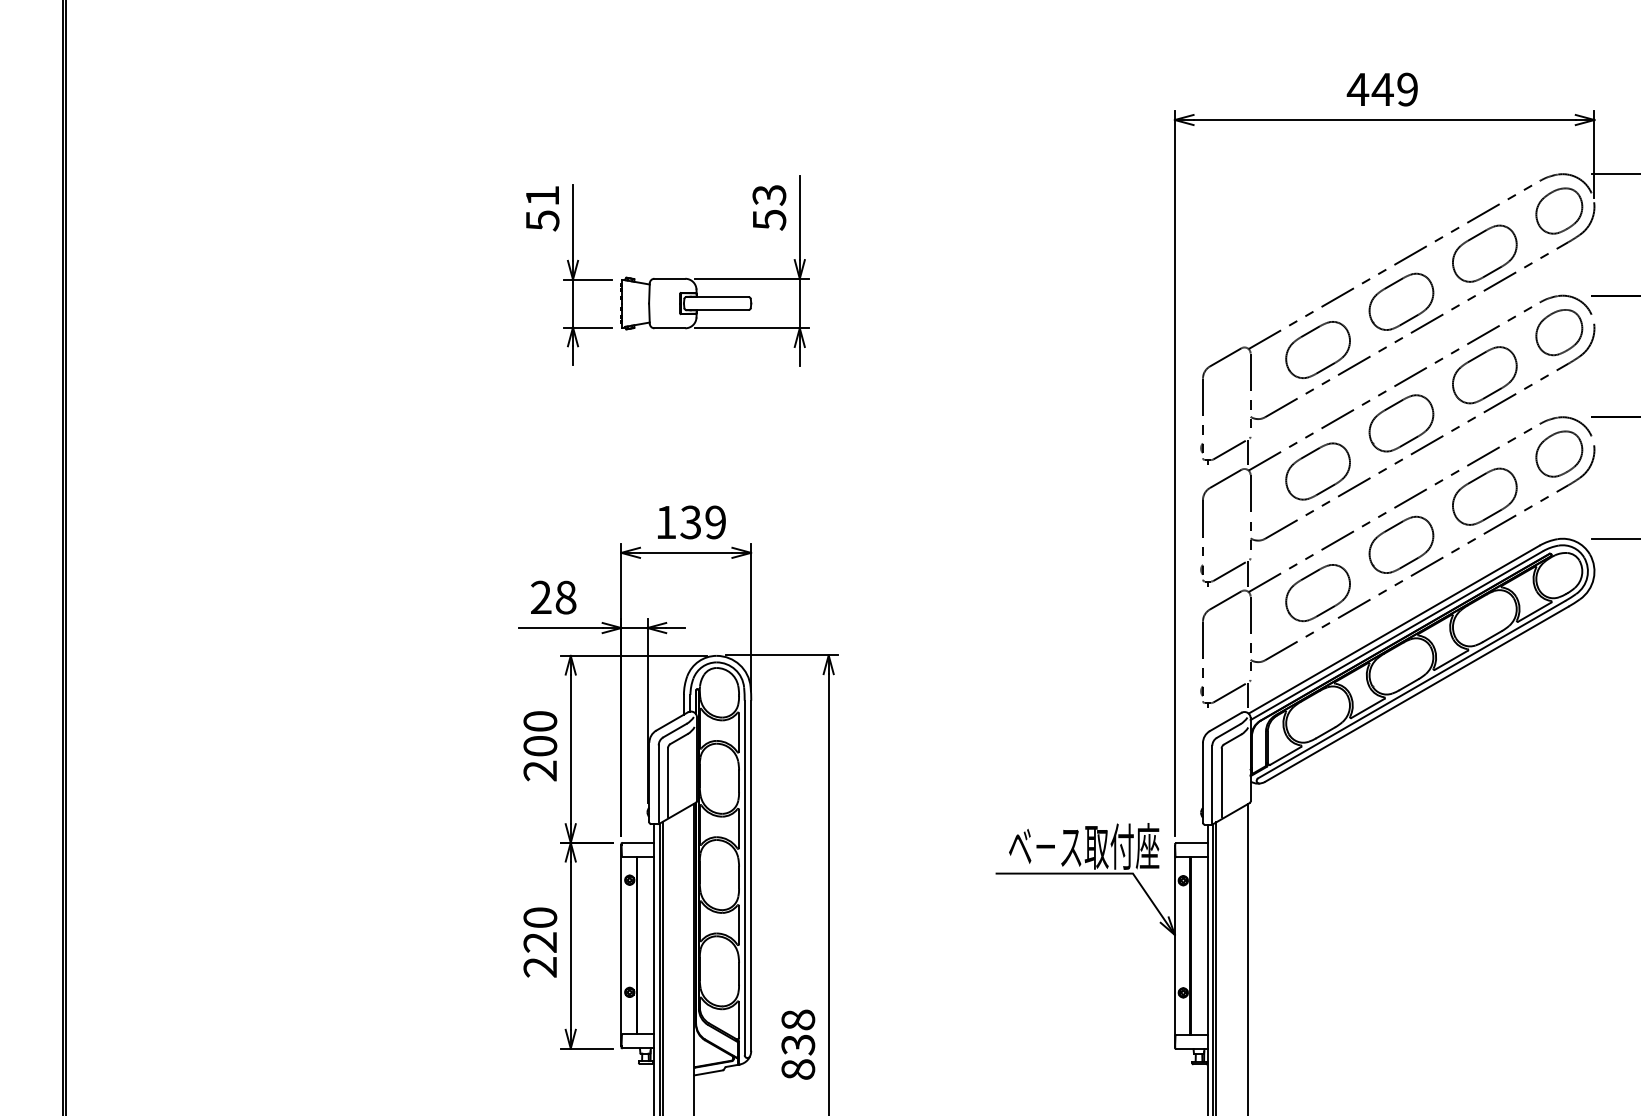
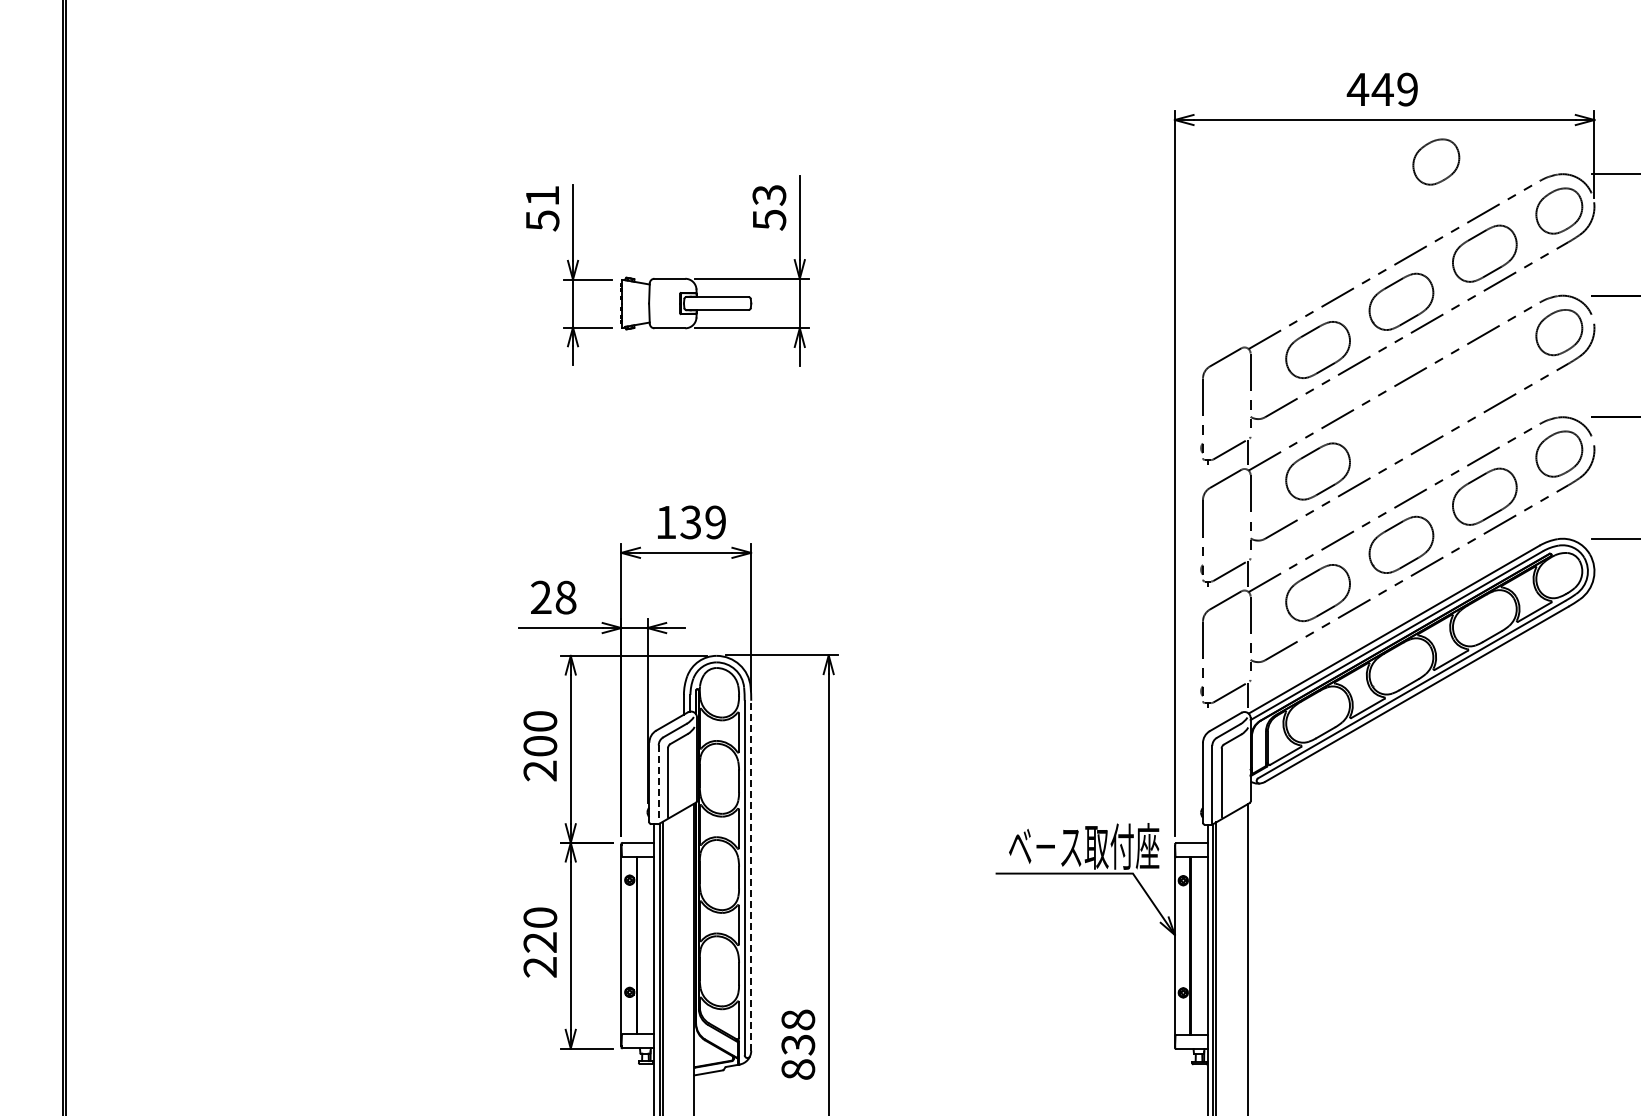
part at (1436, 161): none -> present
part at (1484, 375): present -> none
part at (1401, 423): present -> none
line at (658, 784): solid -> dashed
line at (751, 875): solid -> dashed
